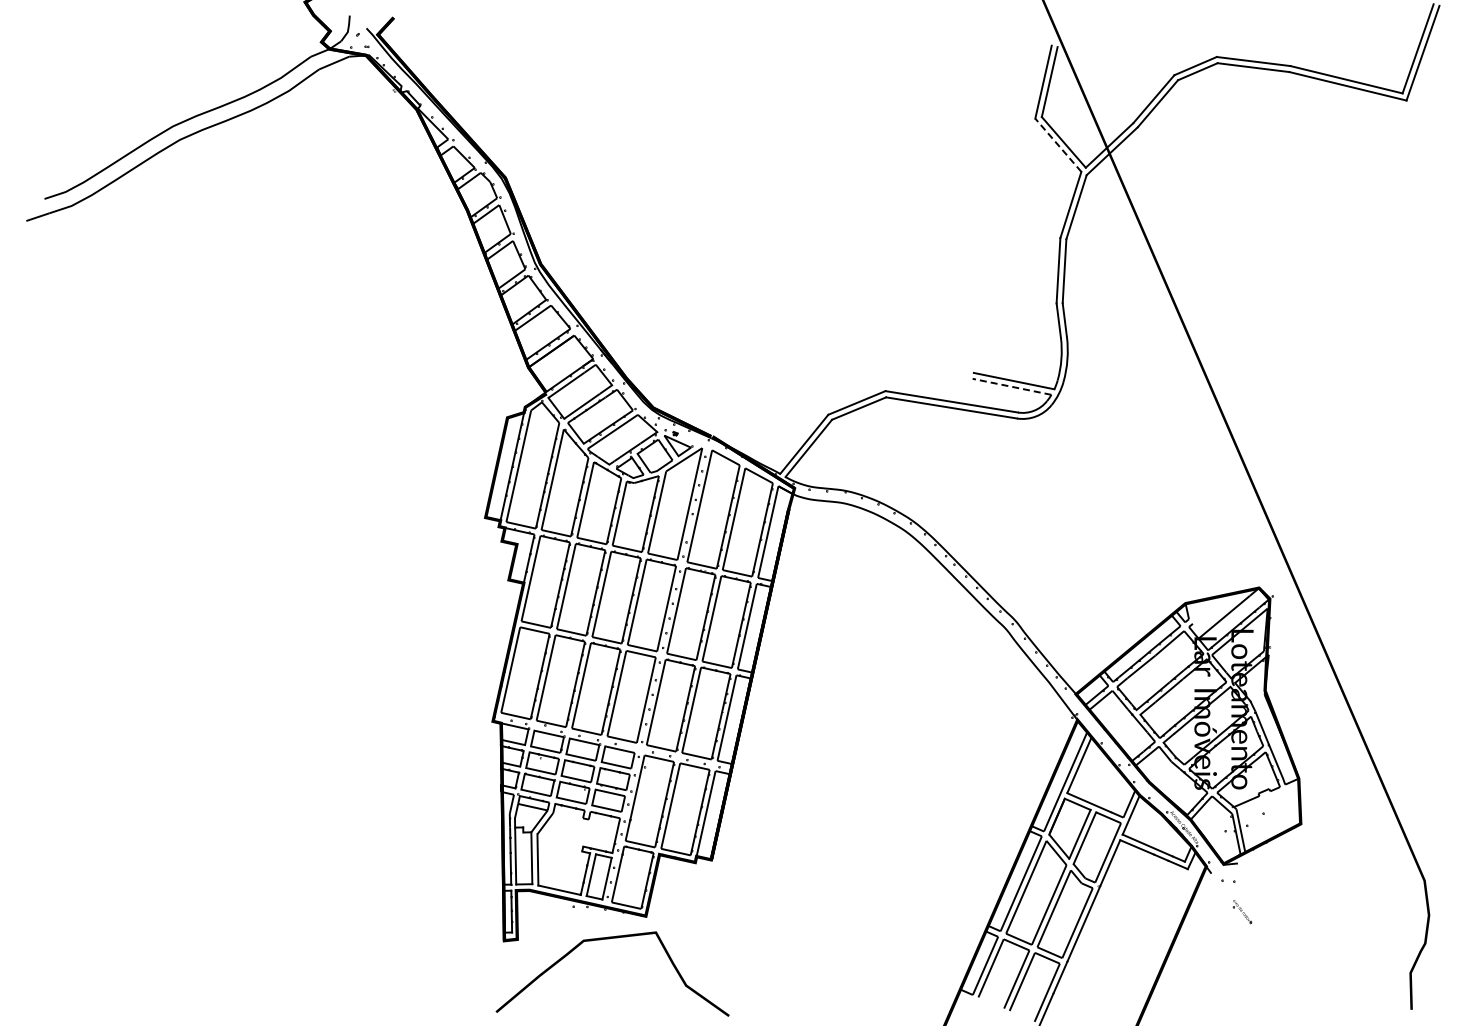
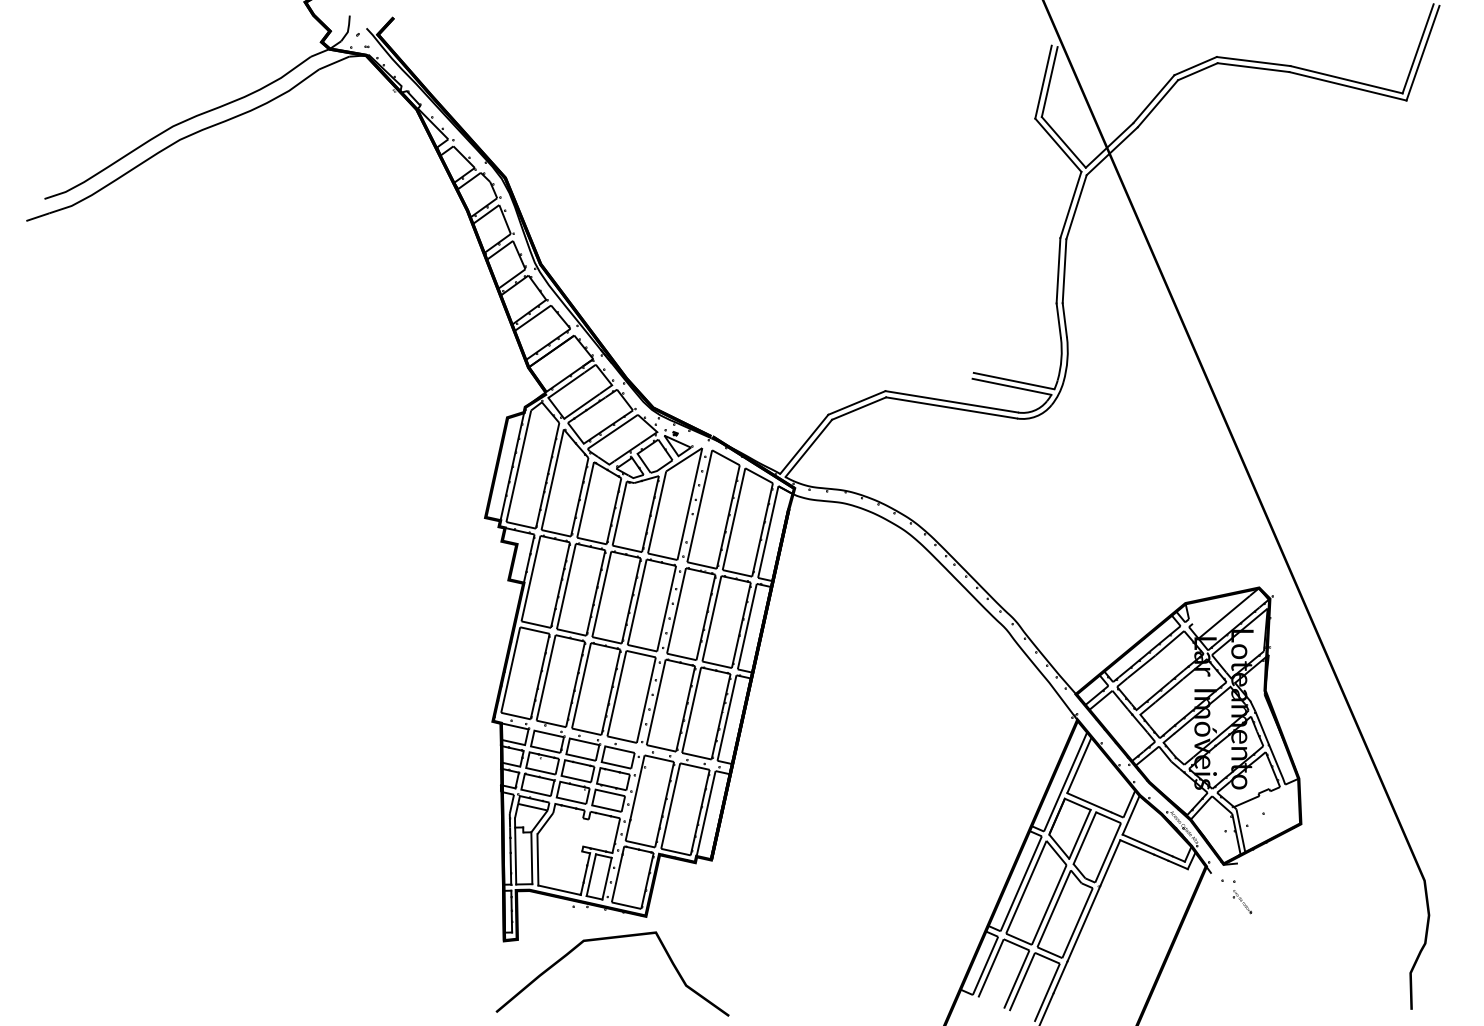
line at (1058, 144): dashed -> solid
line at (1011, 386): dashed -> solid
part at (1242, 912) position: (1242, 912) -> (1242, 902)
